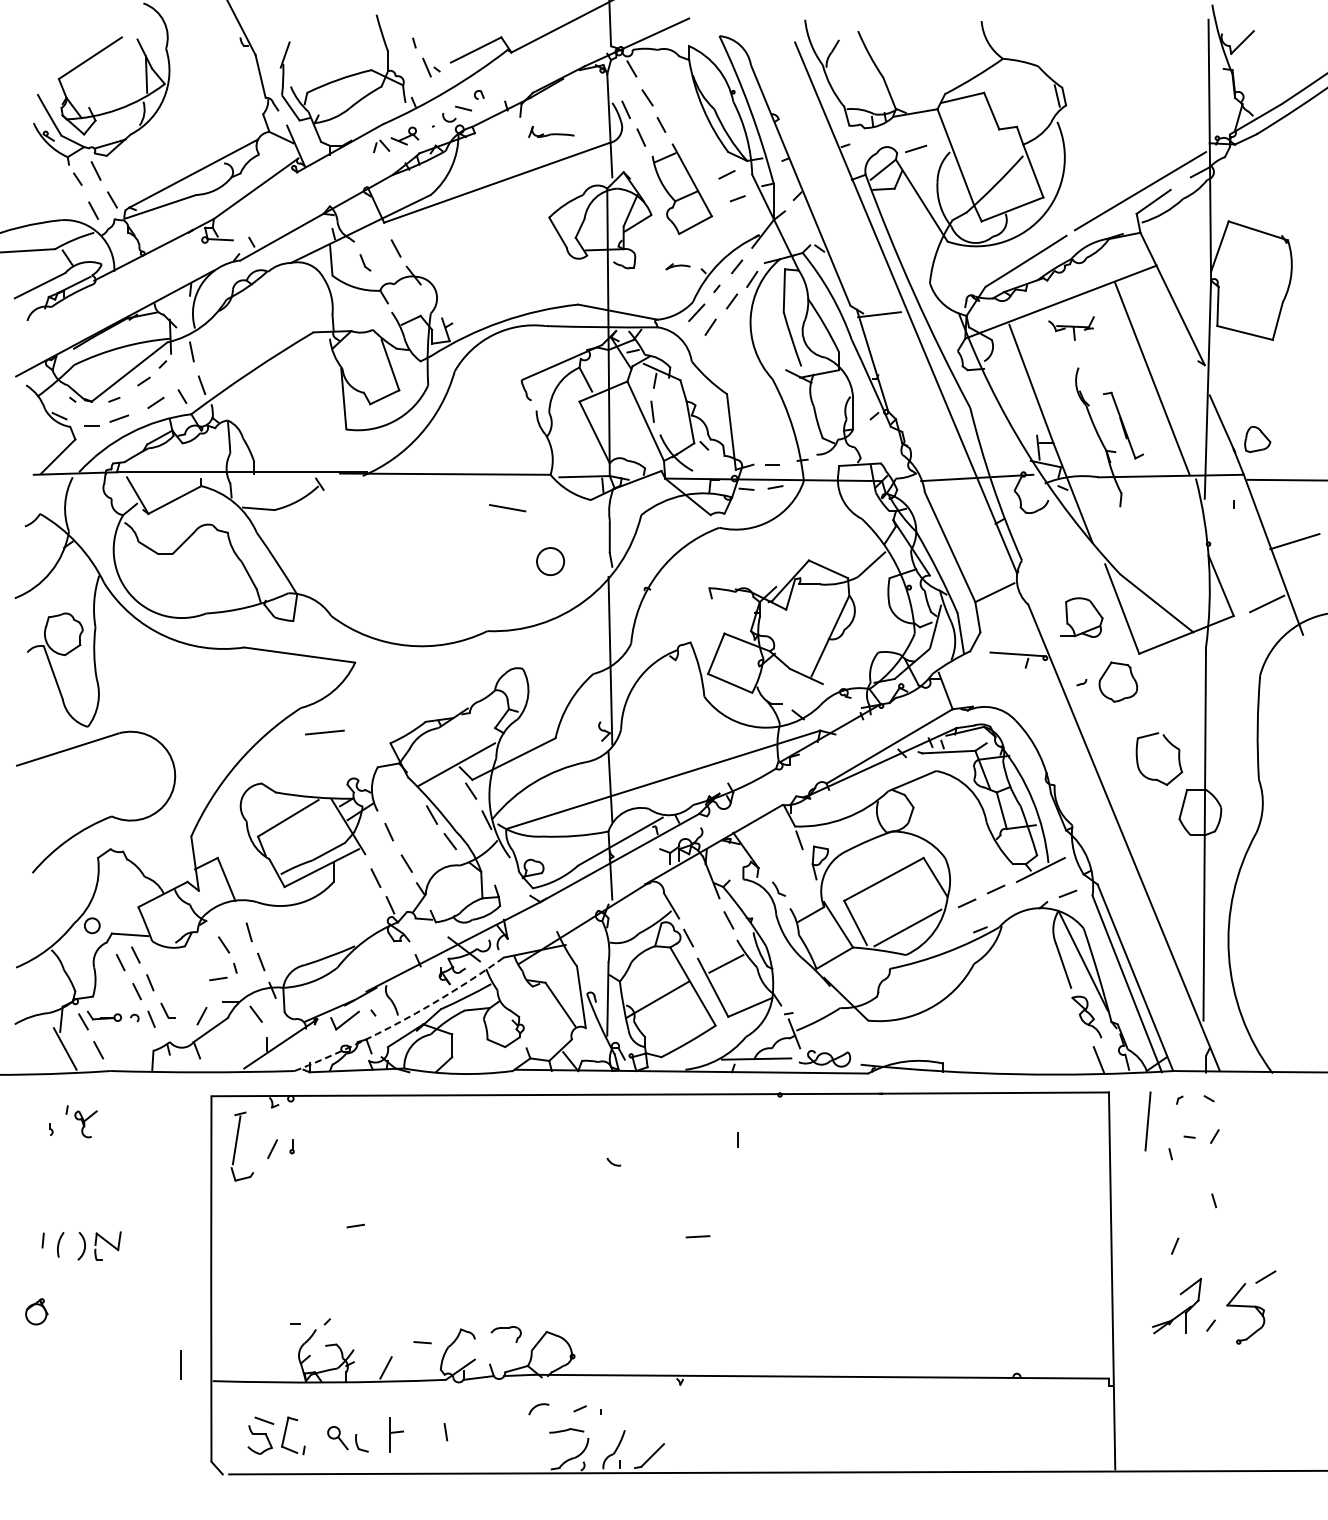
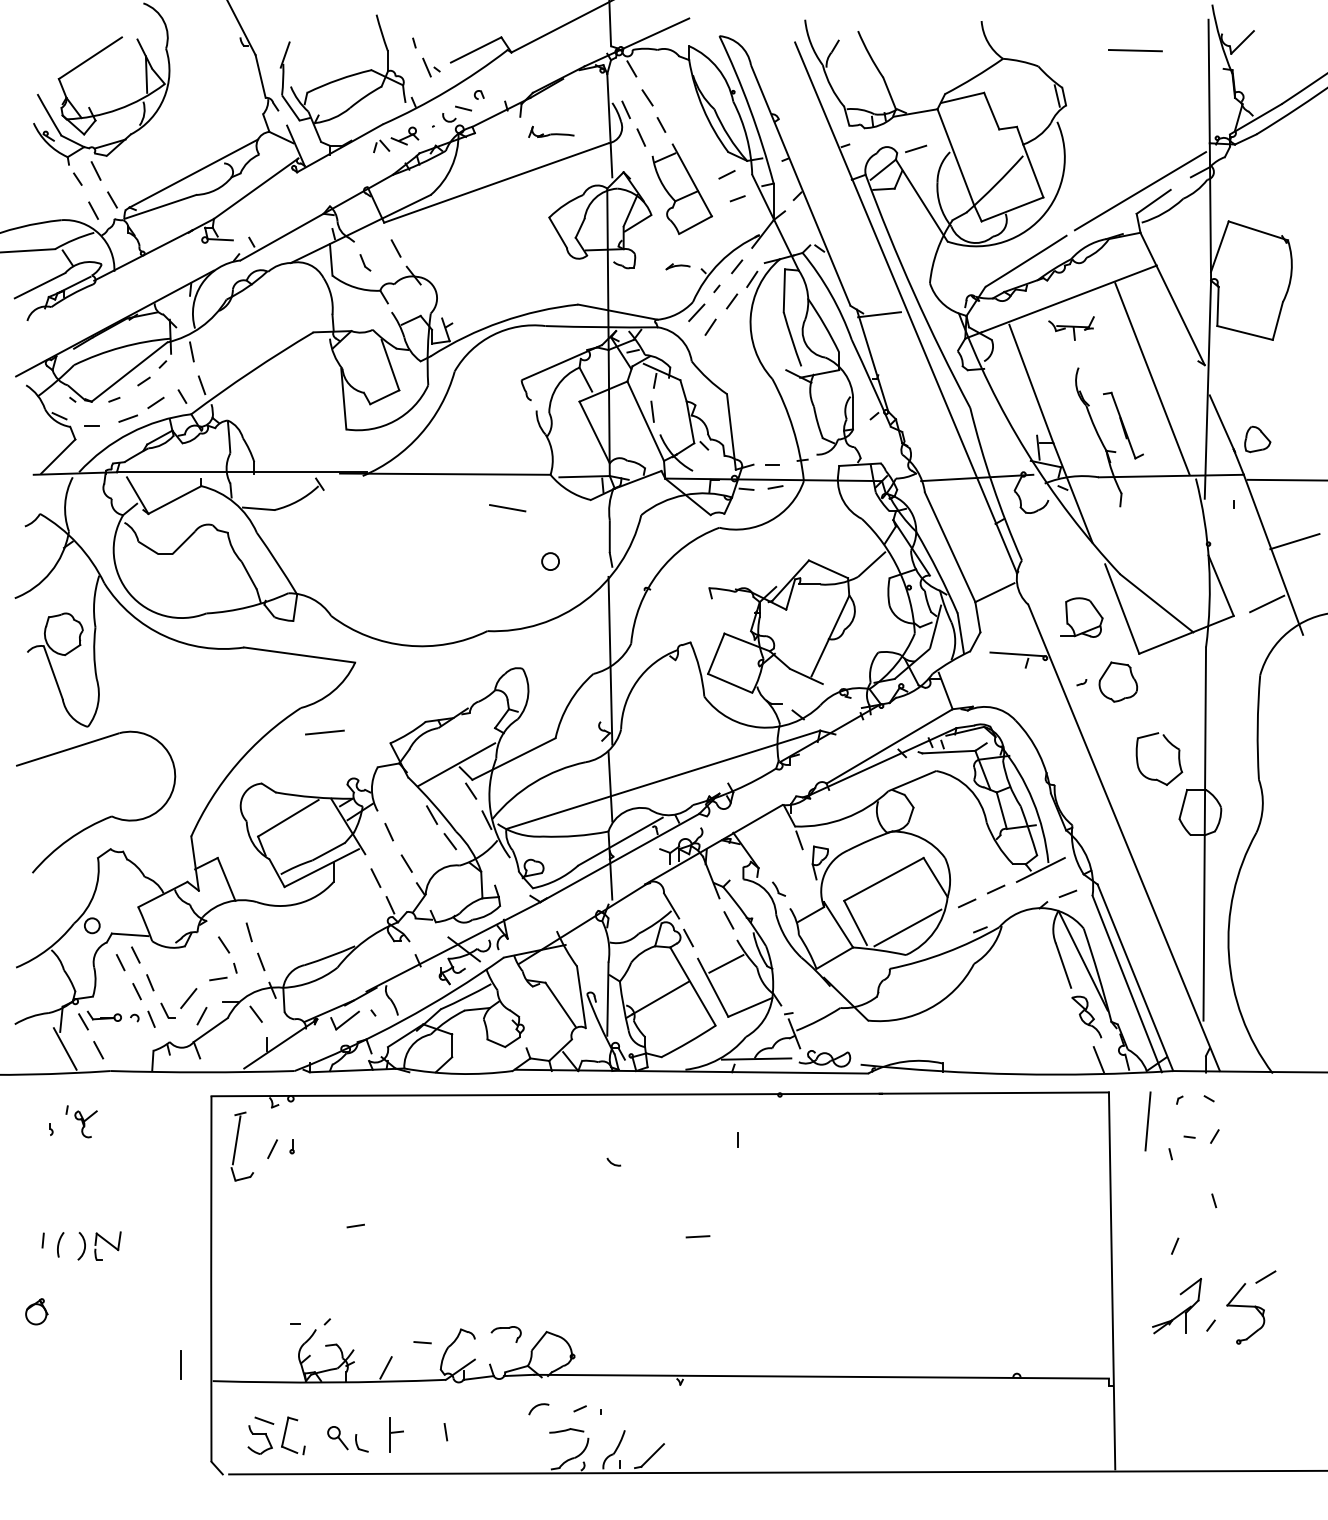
line at (1134, 50): none -> present
line at (118, 418) position: (118, 418) -> (127, 418)
circle at (550, 561) diameter: 27 px -> 17 px
line at (188, 998): none -> present
arc at (402, 1020): dashed -> solid
